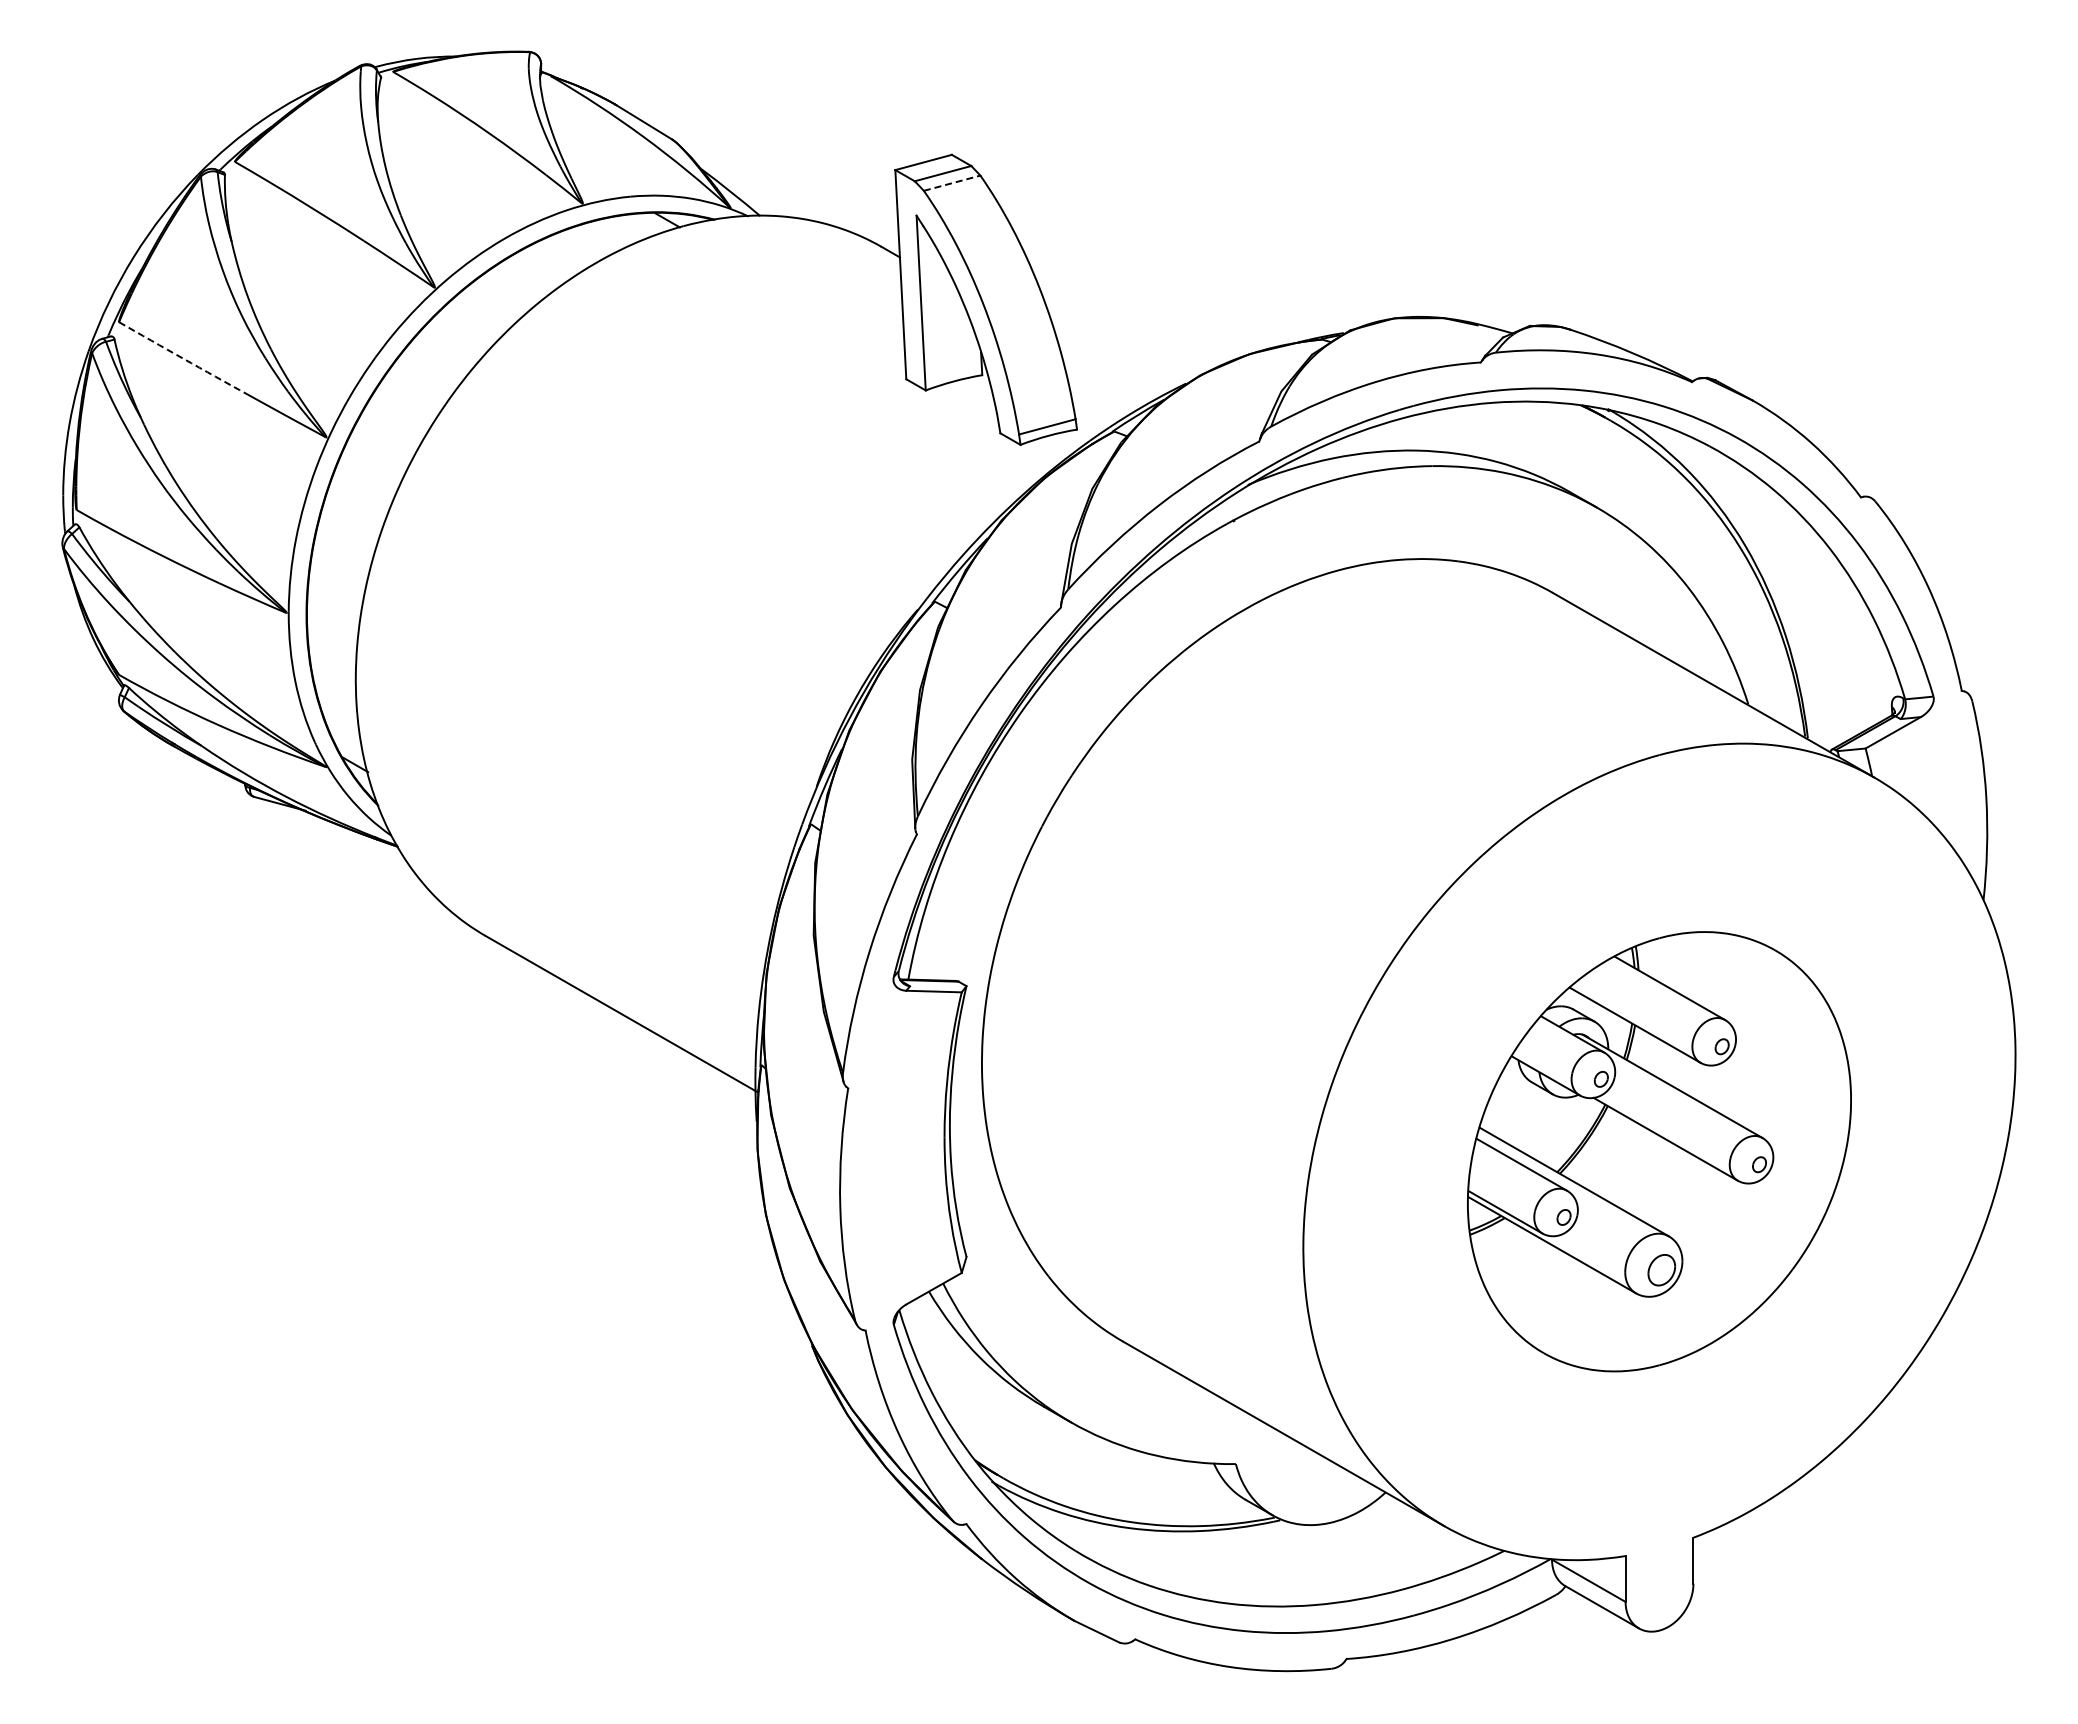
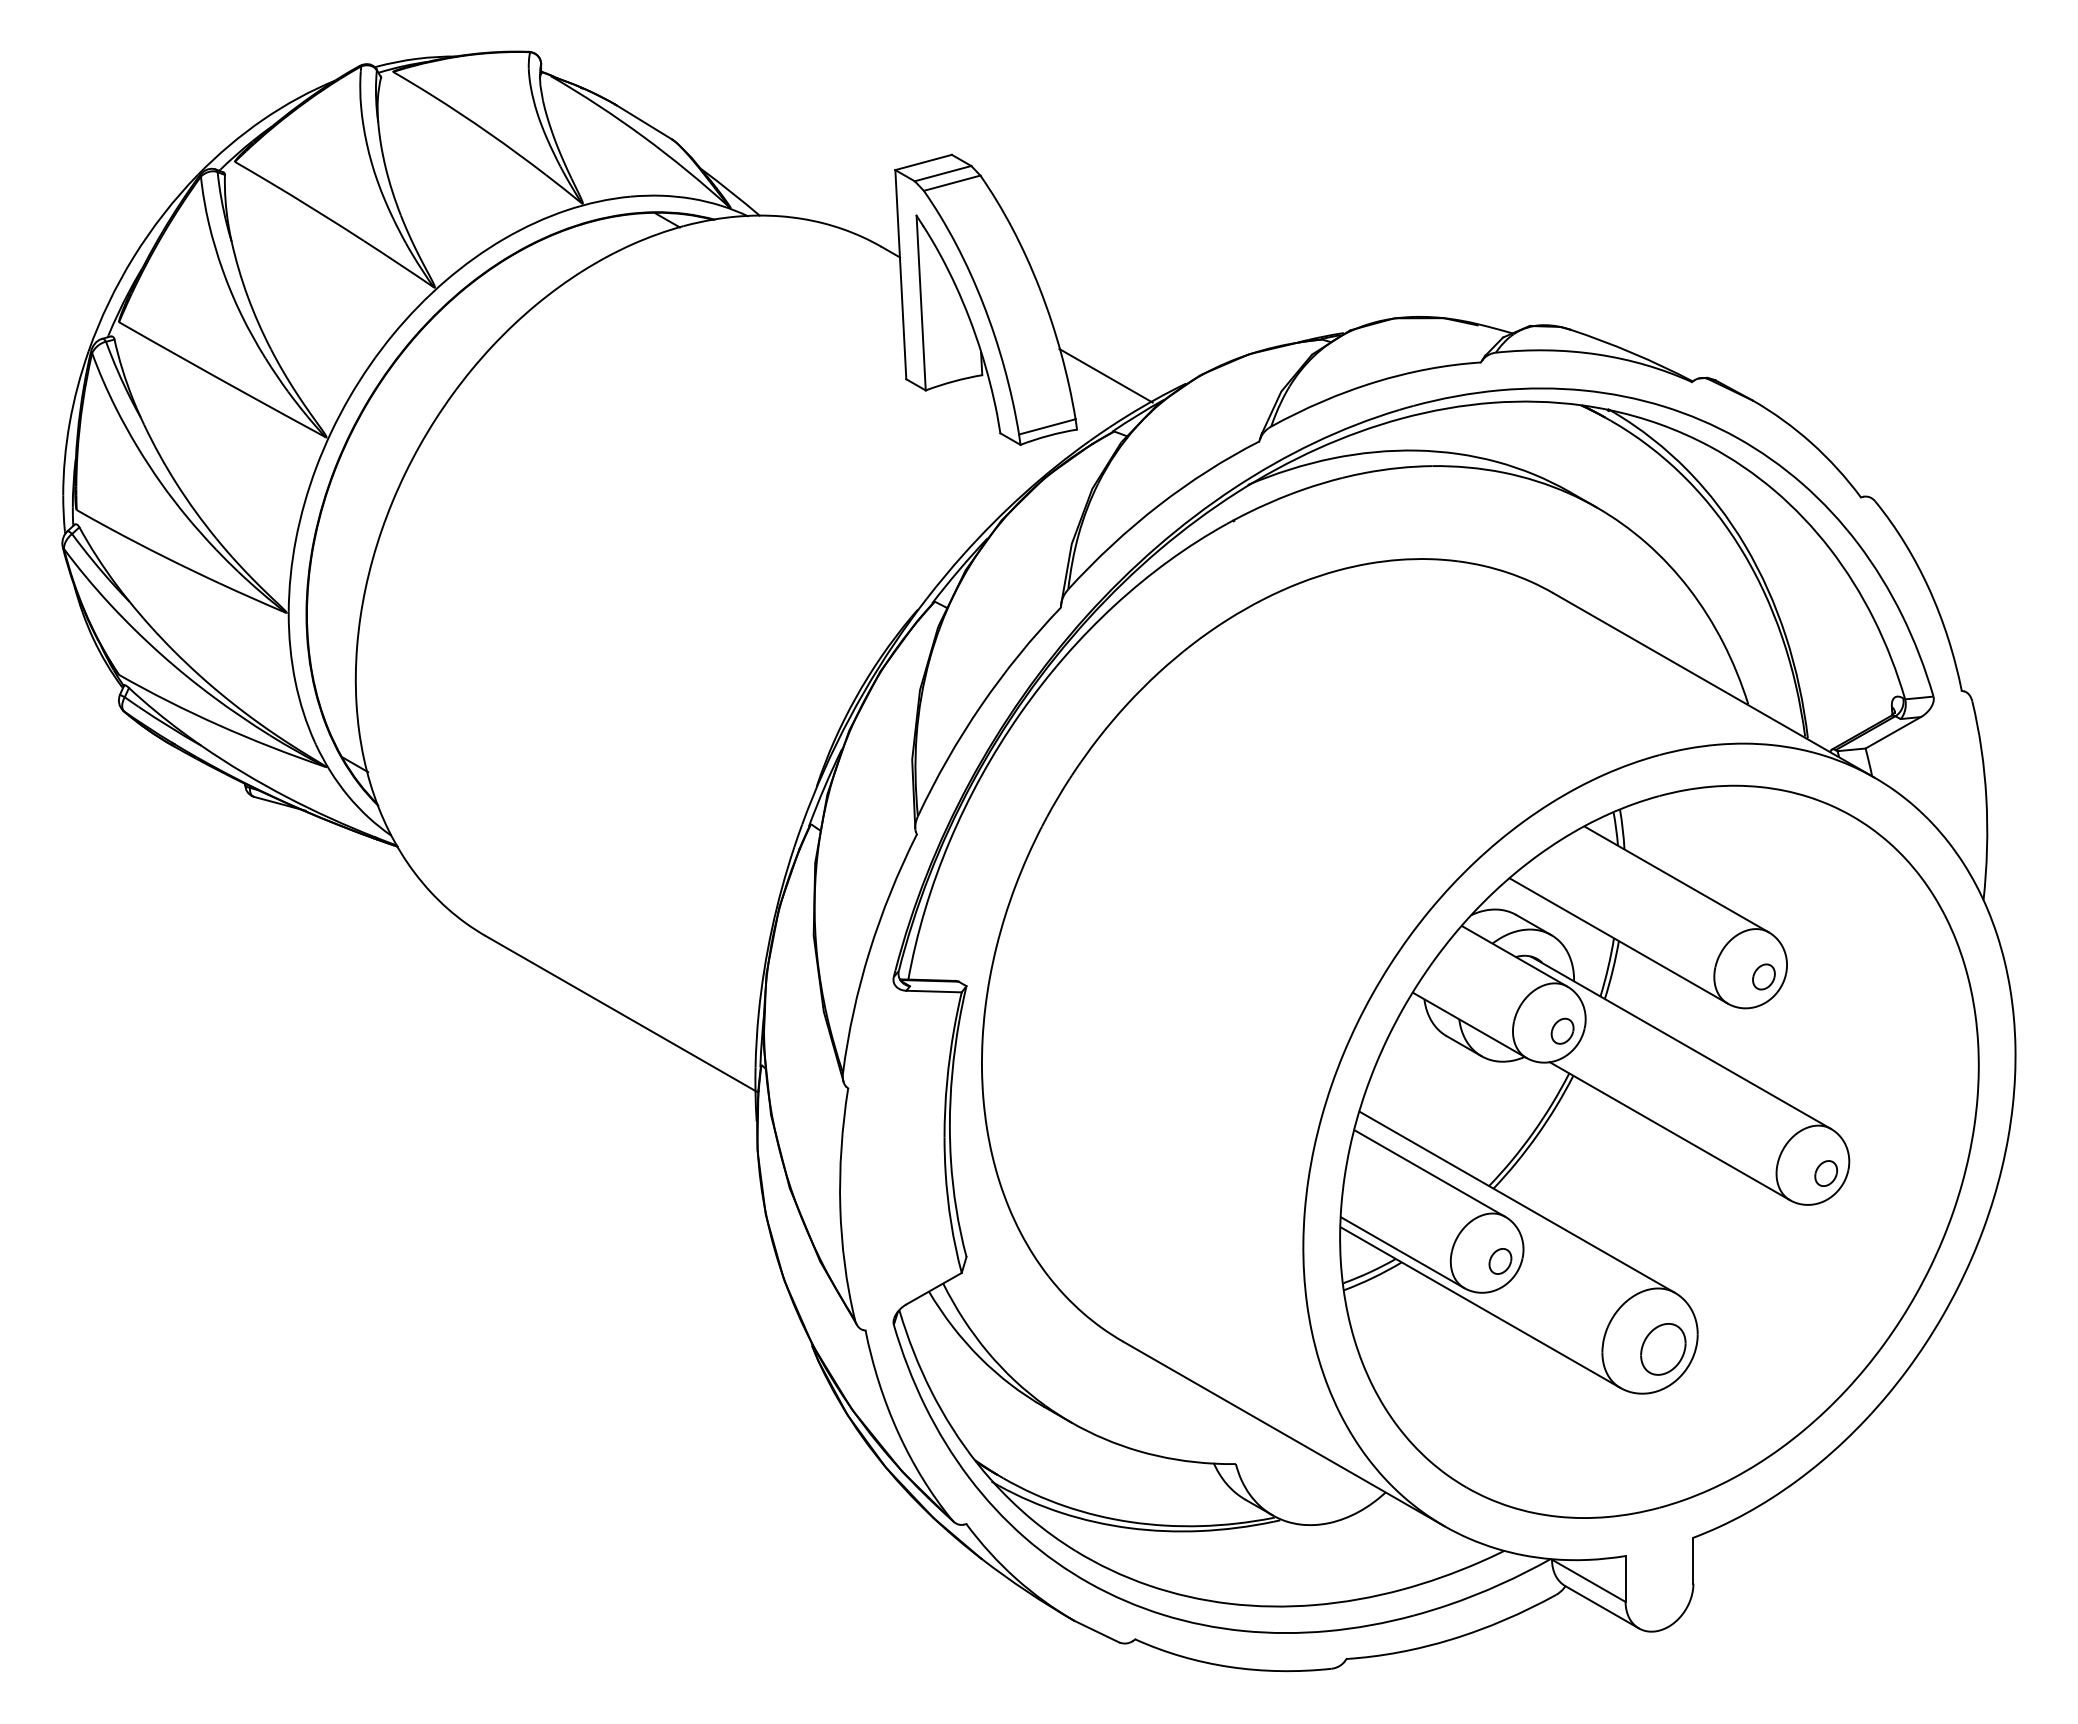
line at (952, 183): dashed -> solid
arc at (183, 358): dashed -> solid
line at (1105, 375): none -> present
part at (1659, 1151) size: 385x442 px -> 641x735 px
